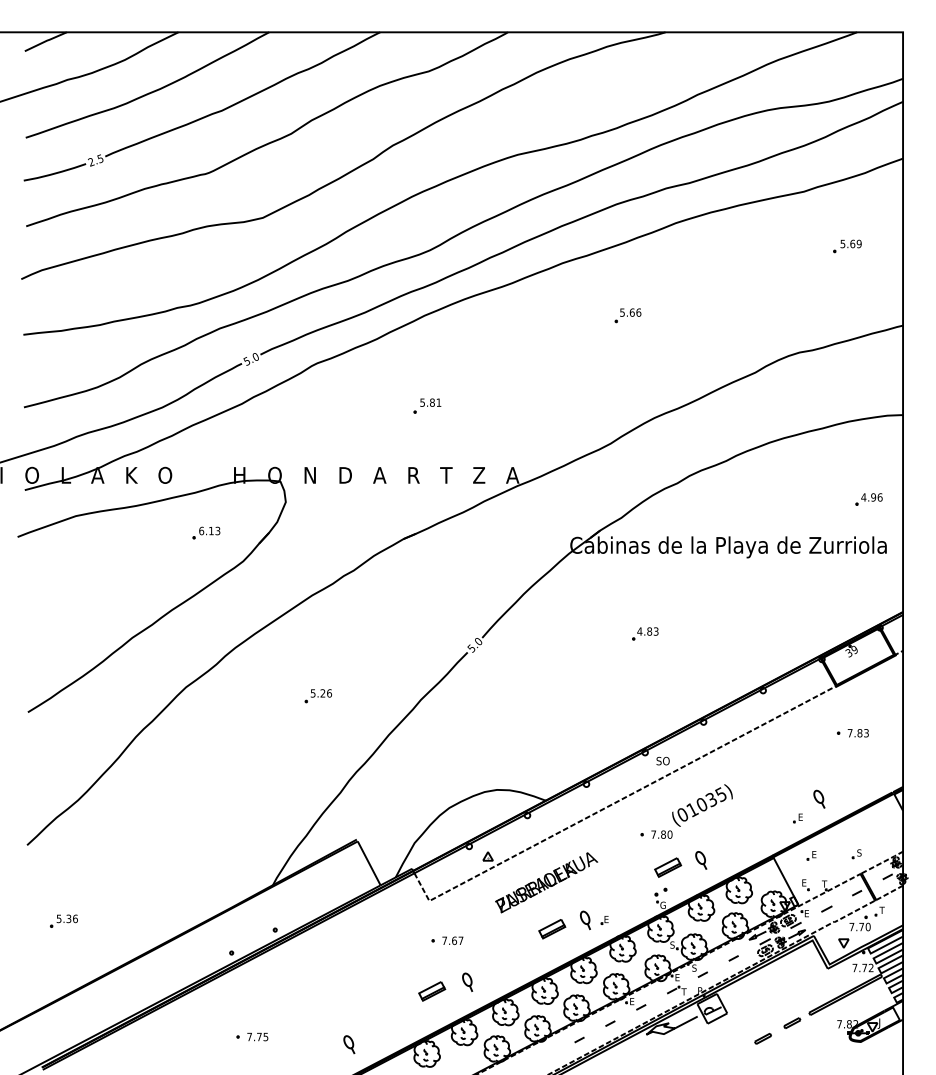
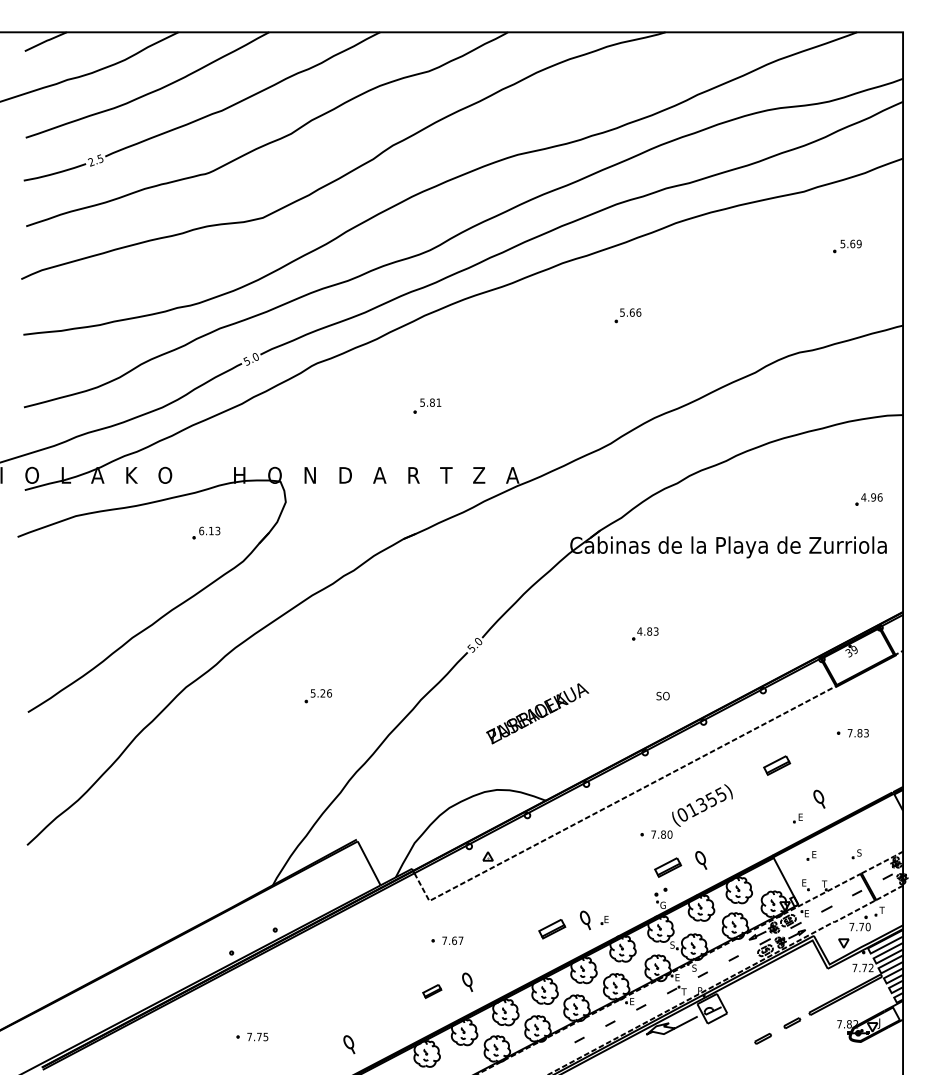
text at (662, 760) position: (662, 760) -> (662, 695)
part at (777, 765): none -> present
text at (706, 802): (01035) -> (01355)
text at (546, 882) position: (546, 882) -> (537, 713)
part at (63, 920): present -> none
part at (432, 991) size: 29x21 px -> 21x15 px
